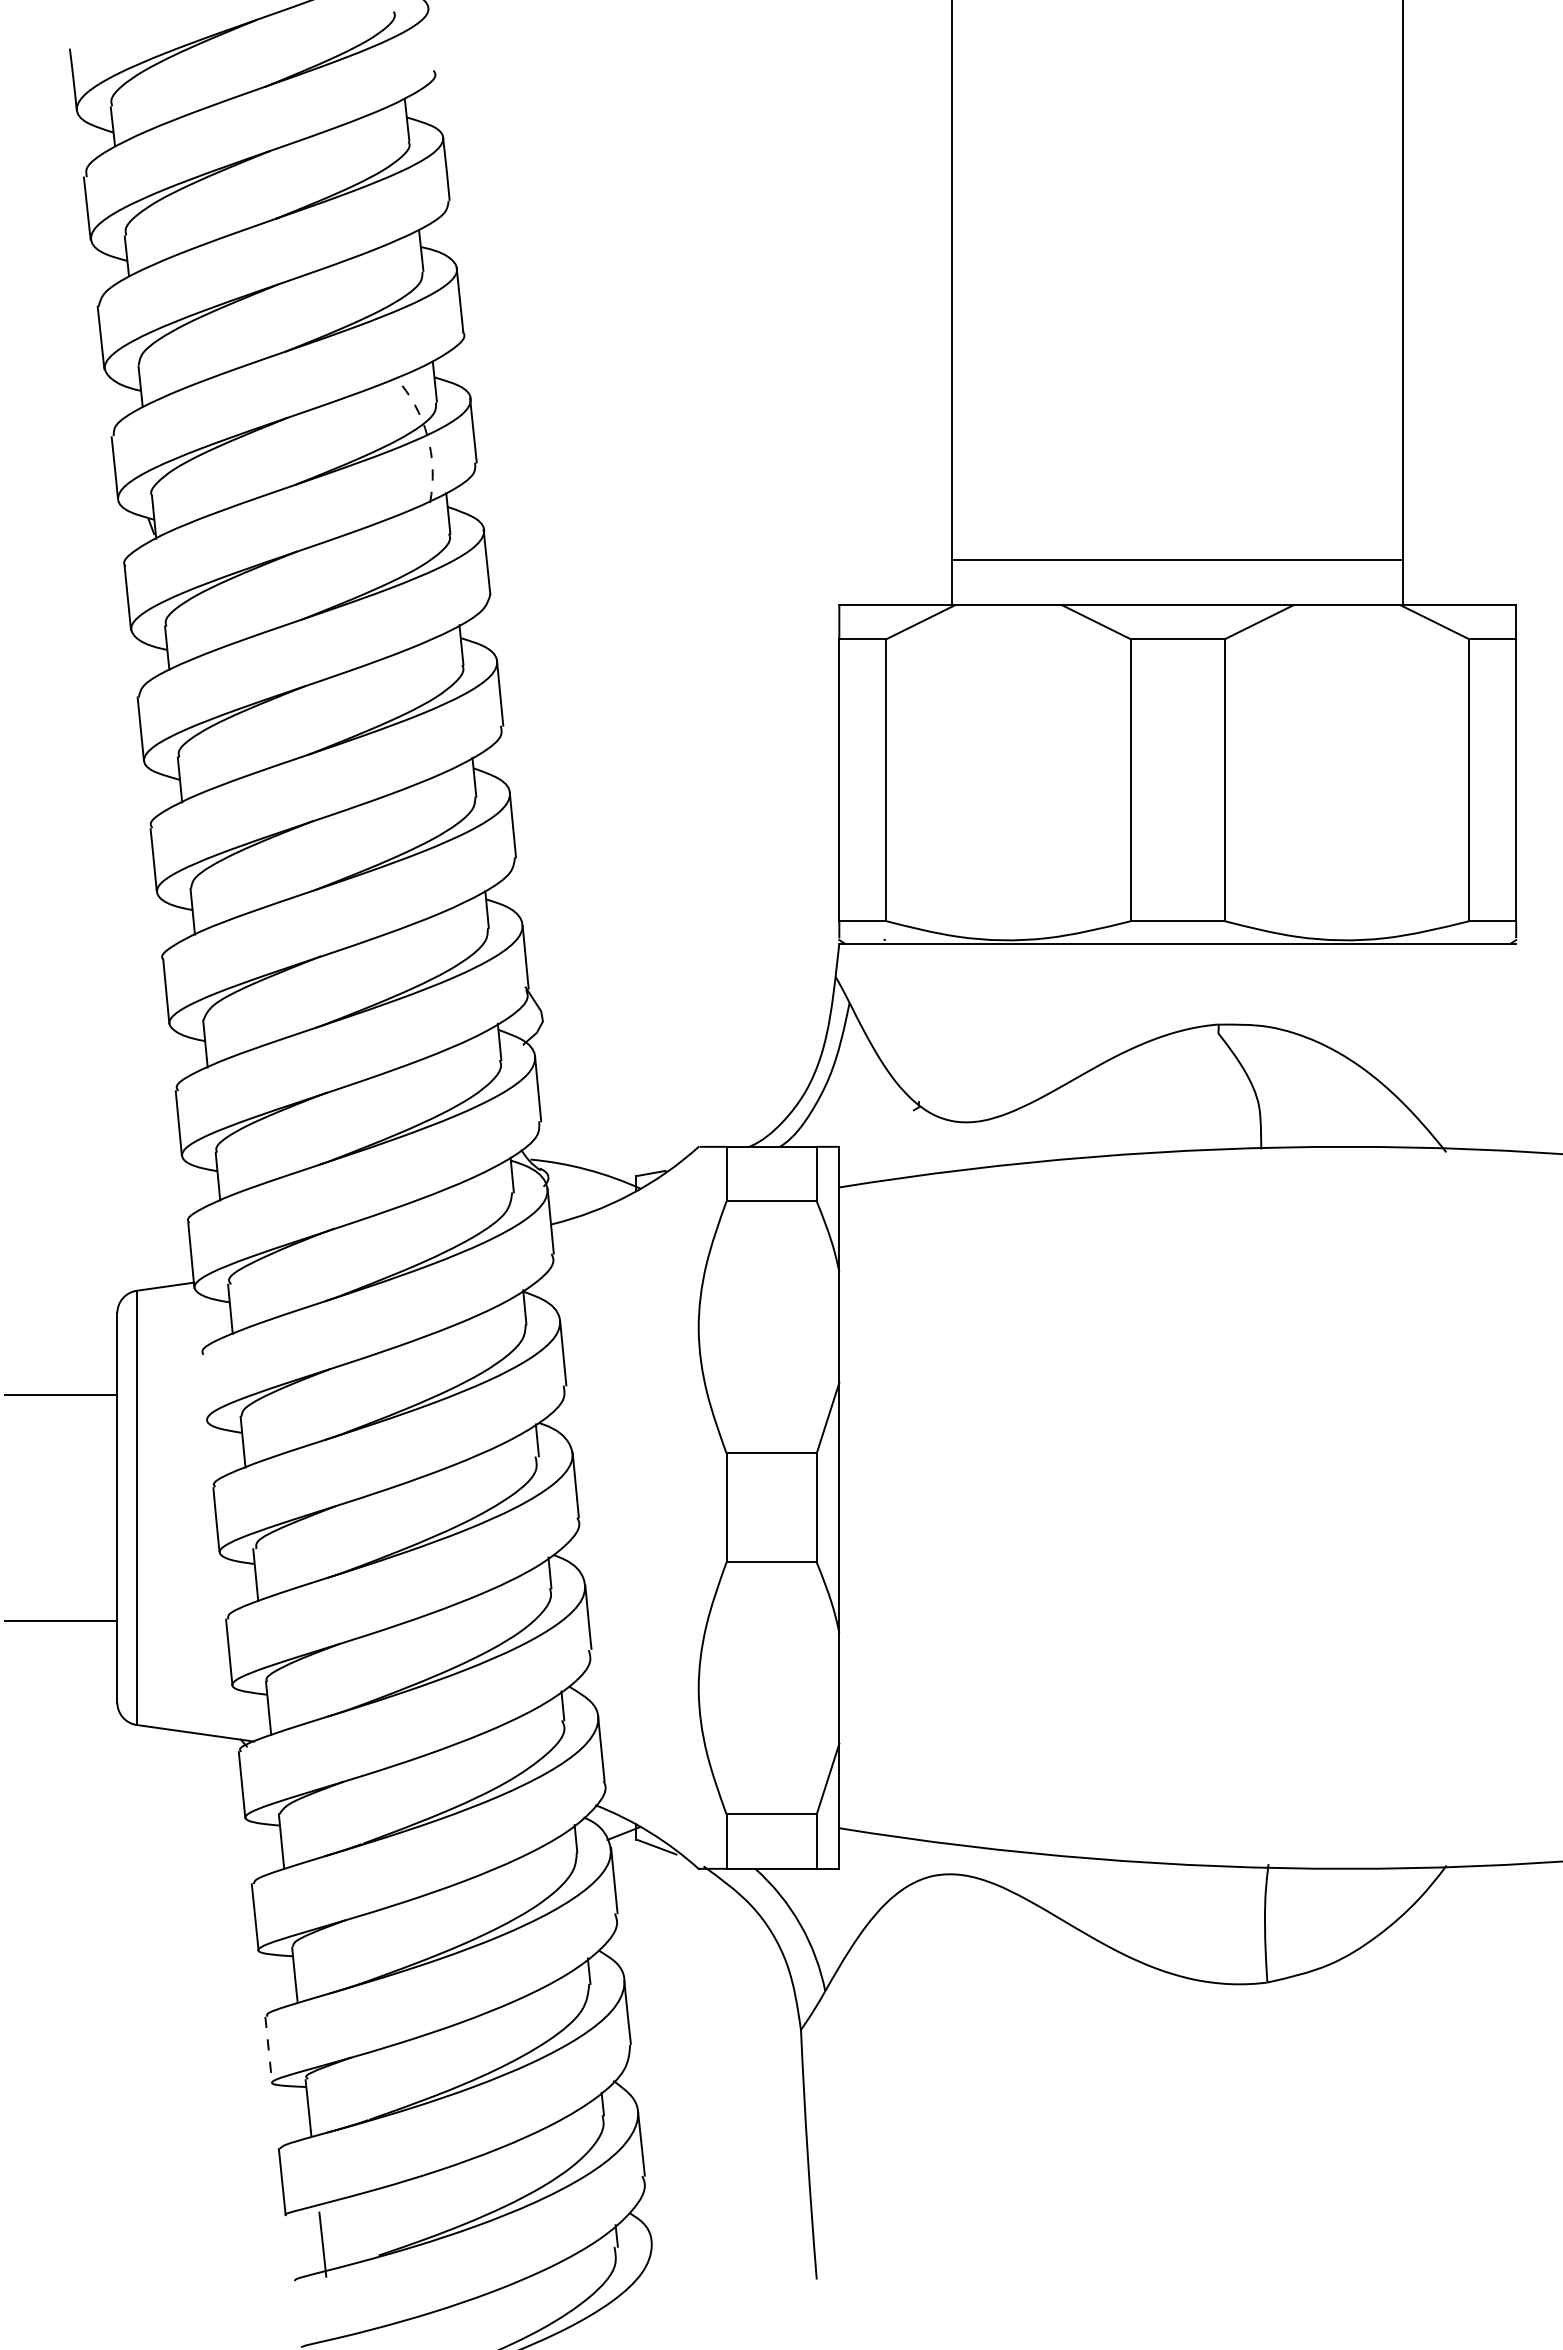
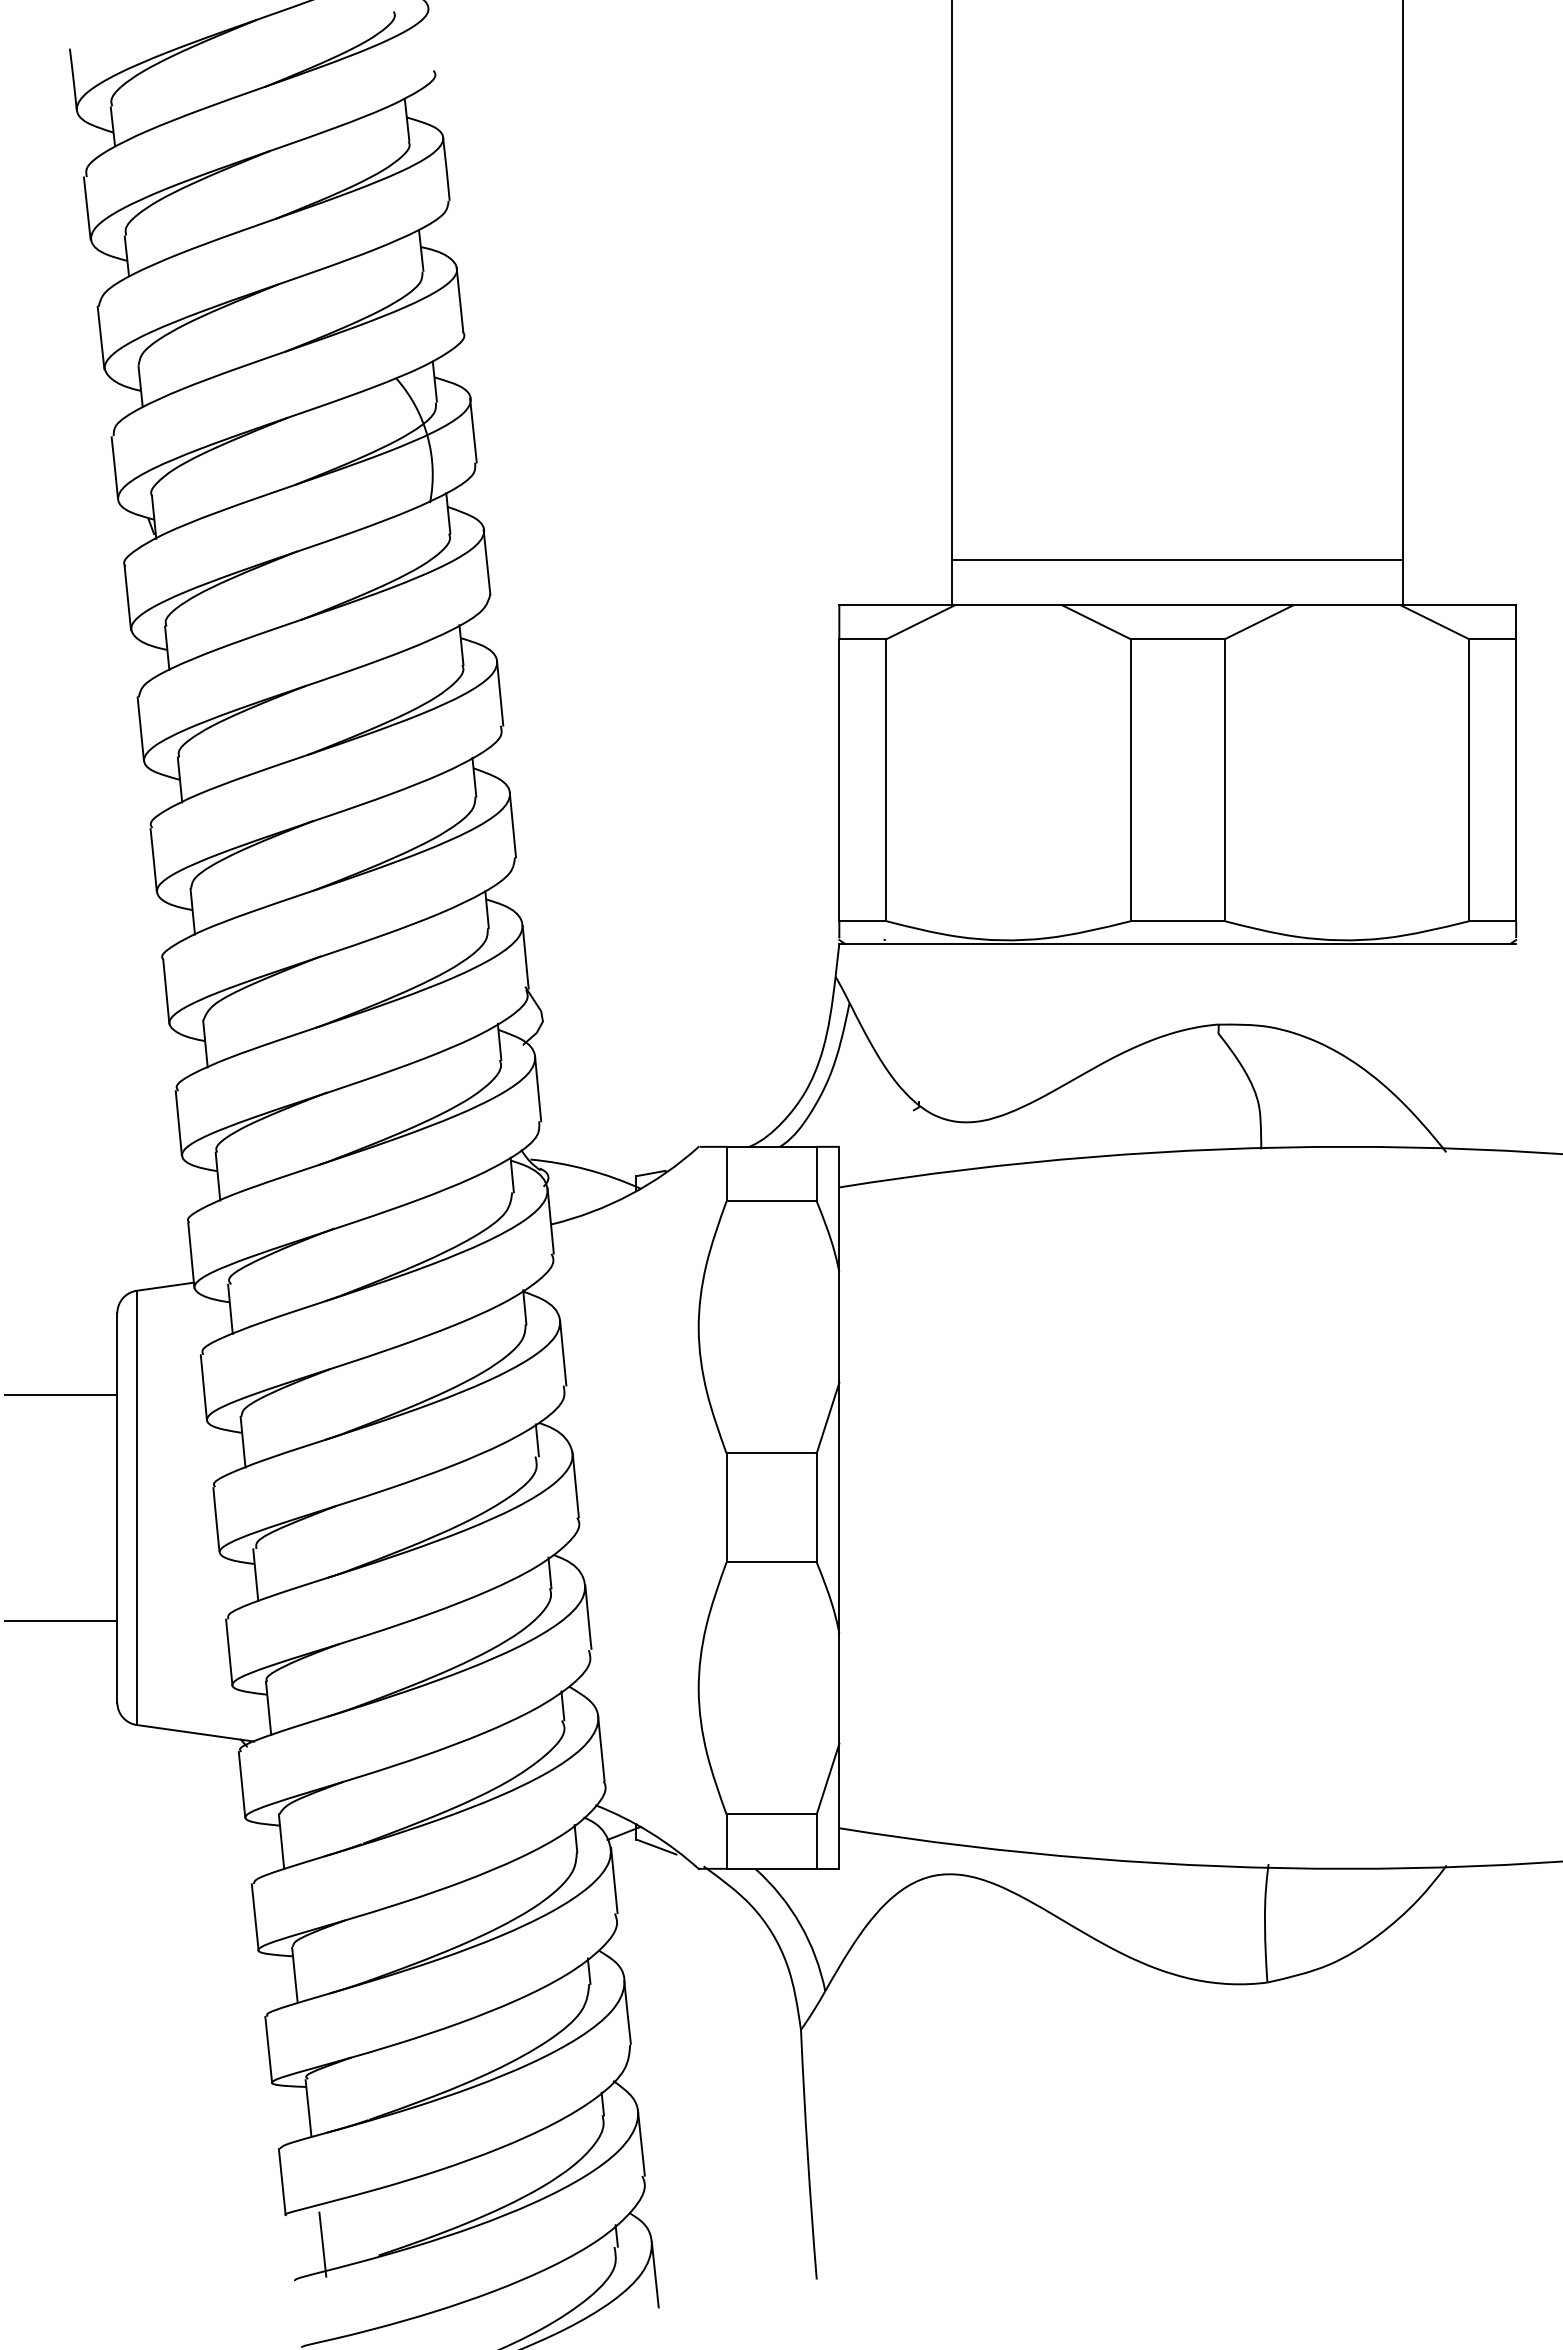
arc at (427, 436): dashed -> solid
line at (203, 1387): none -> present
line at (268, 2050): dashed -> solid
line at (654, 2274): none -> present
